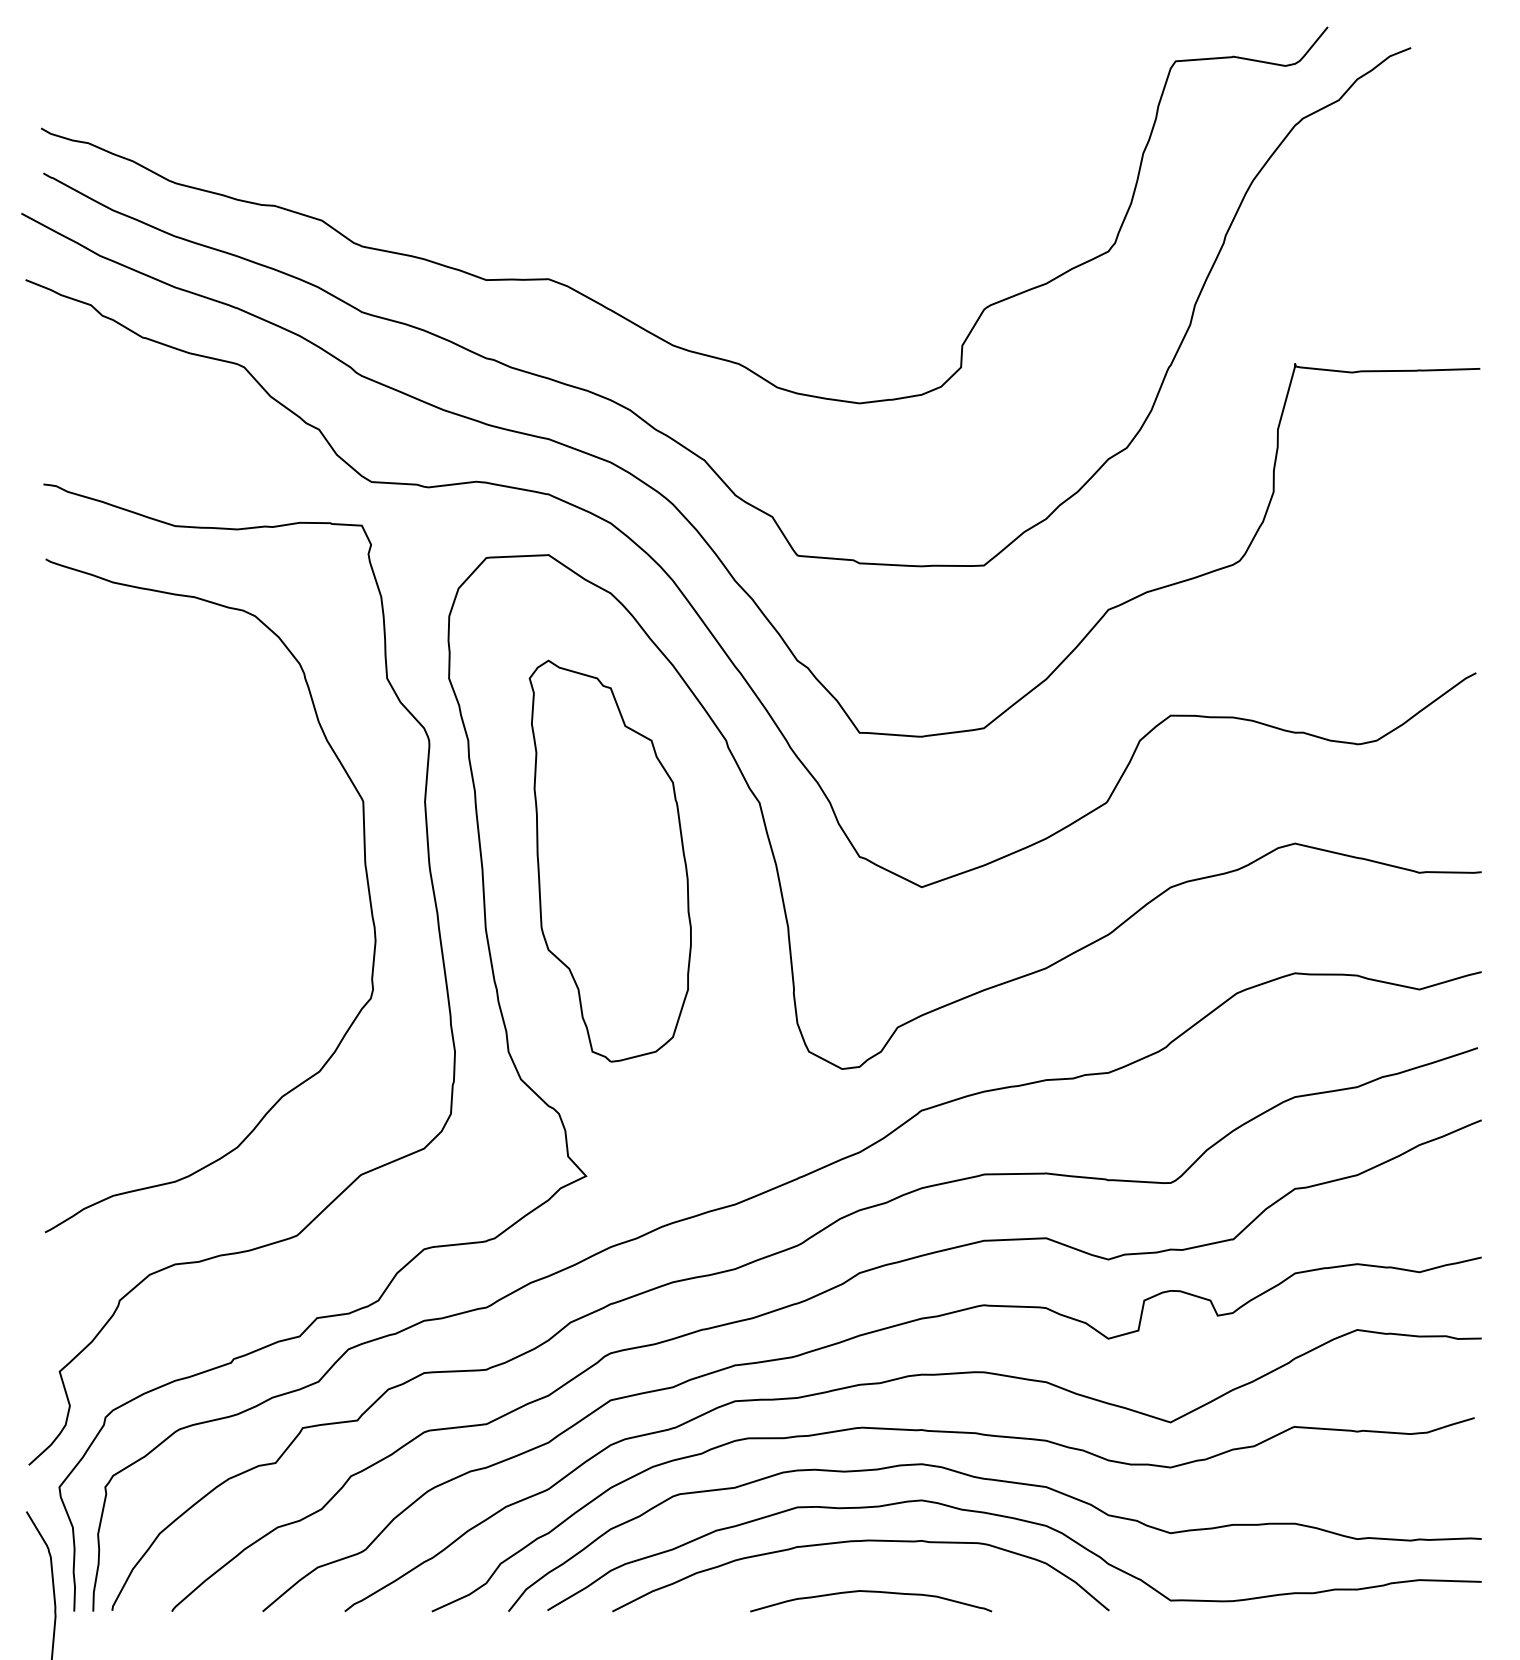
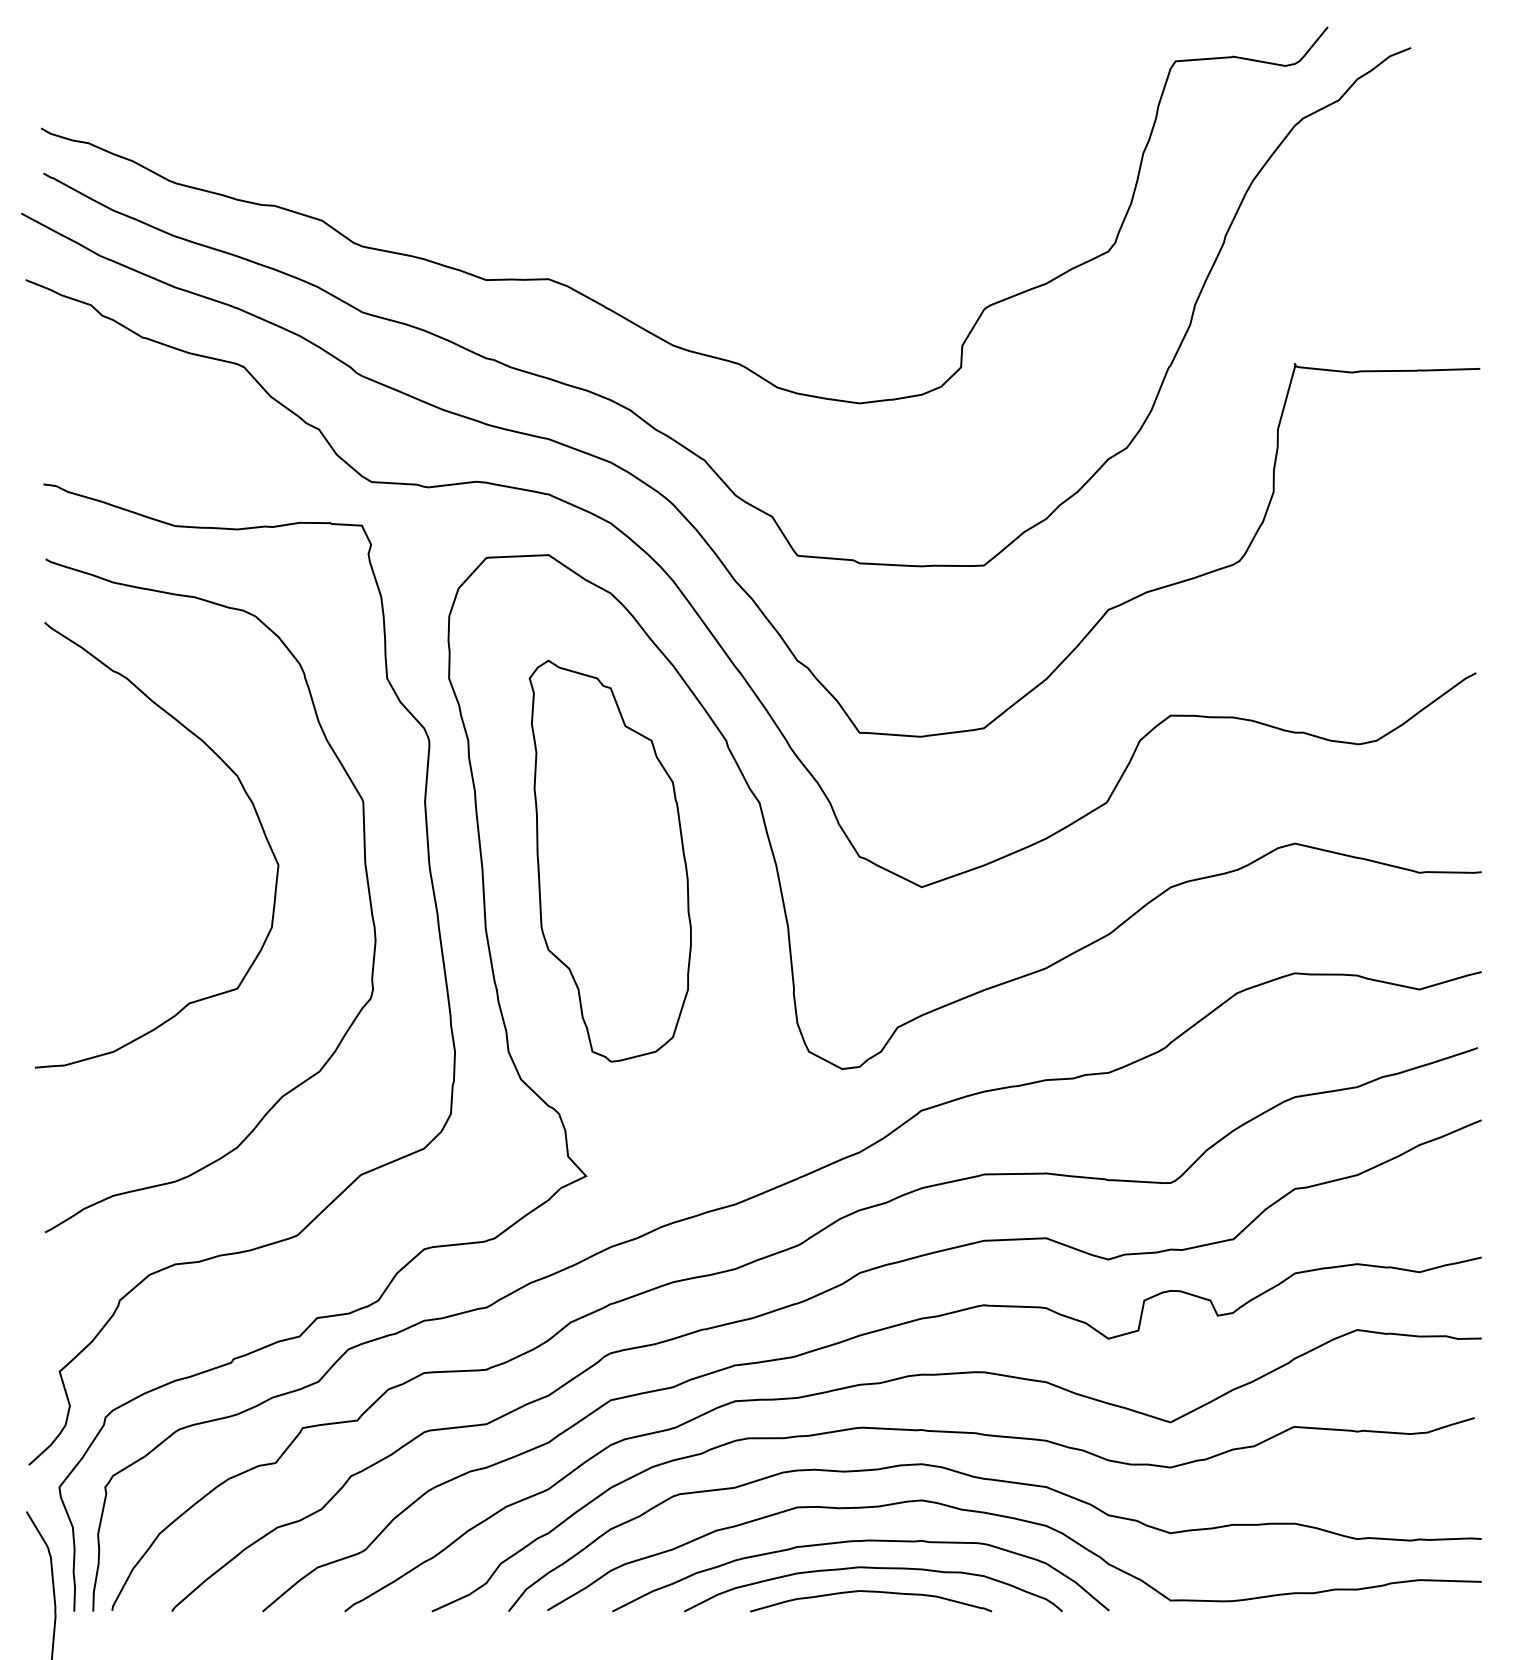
curve at (243, 790): none -> present
curve at (873, 1568): none -> present
